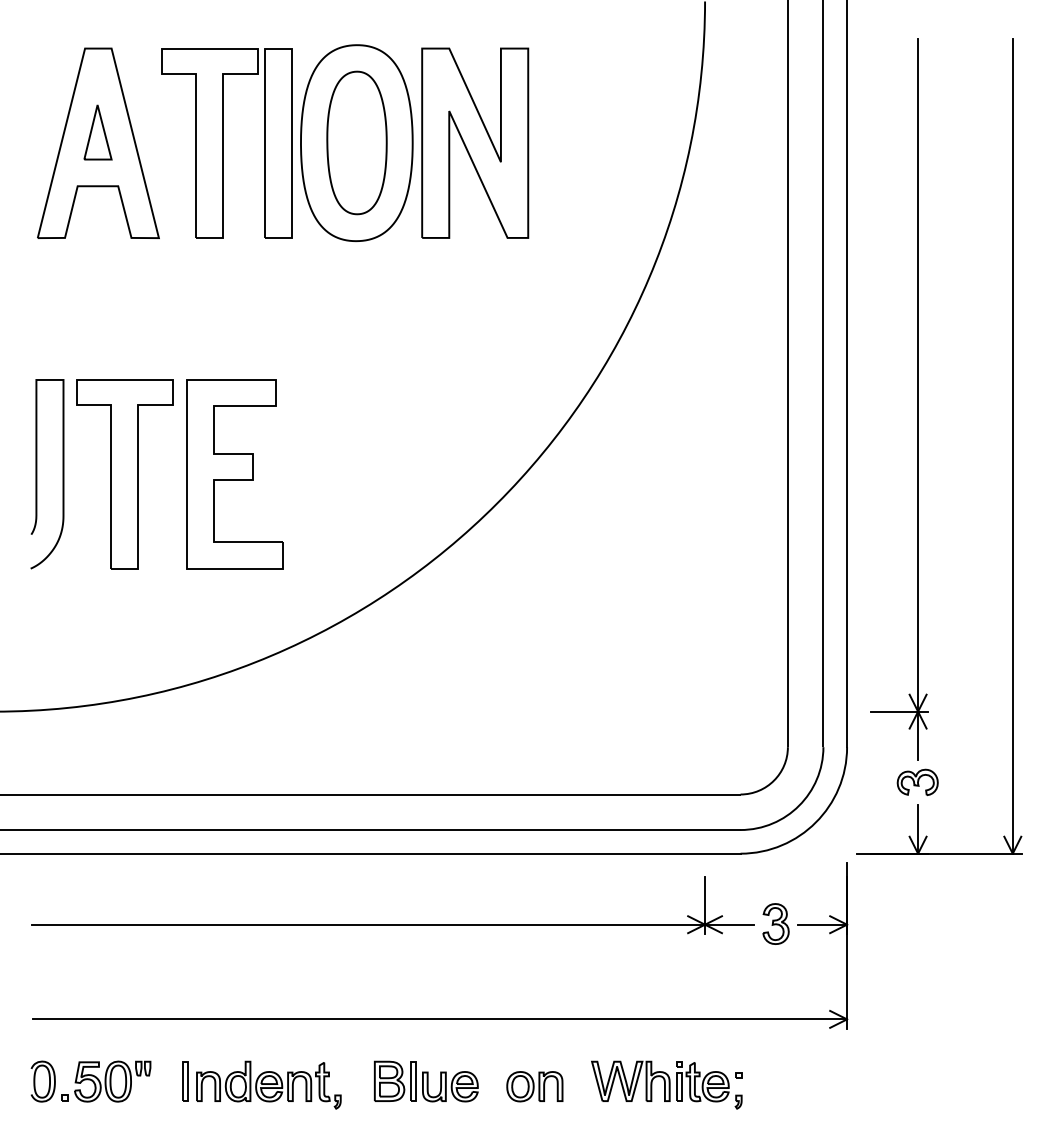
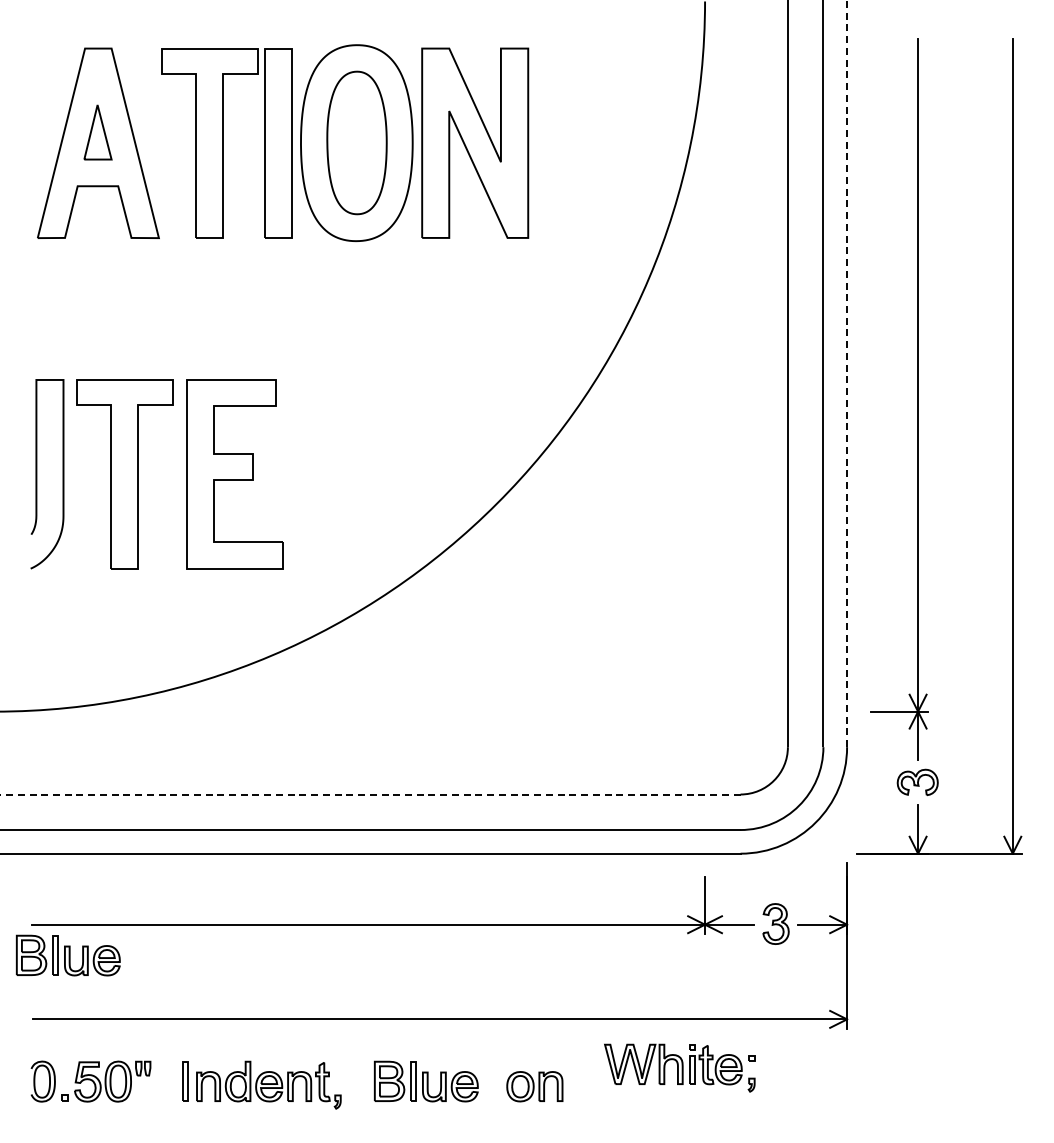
line at (847, 373): solid -> dashed
line at (370, 794): solid -> dashed
part at (68, 955): none -> present
part at (666, 1084) position: (666, 1084) -> (679, 1067)
